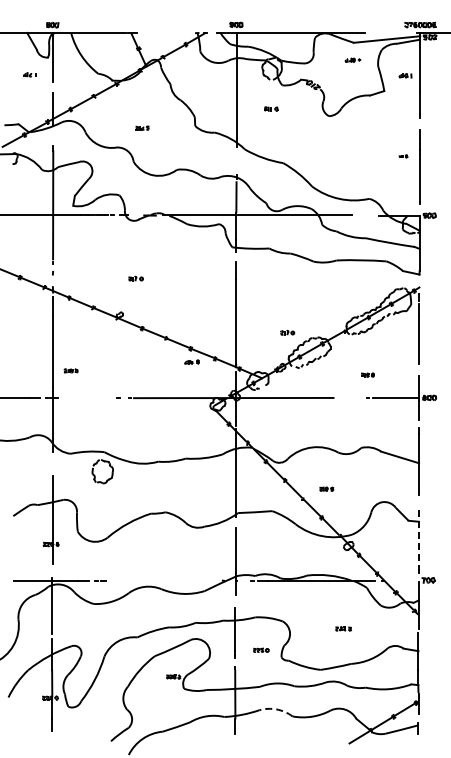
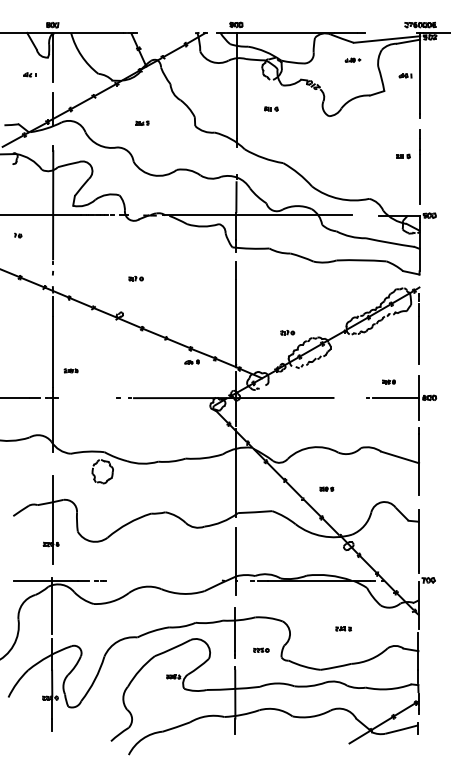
part at (142, 127) position: (142, 127) -> (142, 122)
part at (403, 156) size: 11x5 px -> 15x7 px
part at (18, 235): none -> present
part at (367, 374) position: (367, 374) -> (388, 381)
line at (418, 540): dashed -> solid
arc at (276, 709): dashed -> solid
